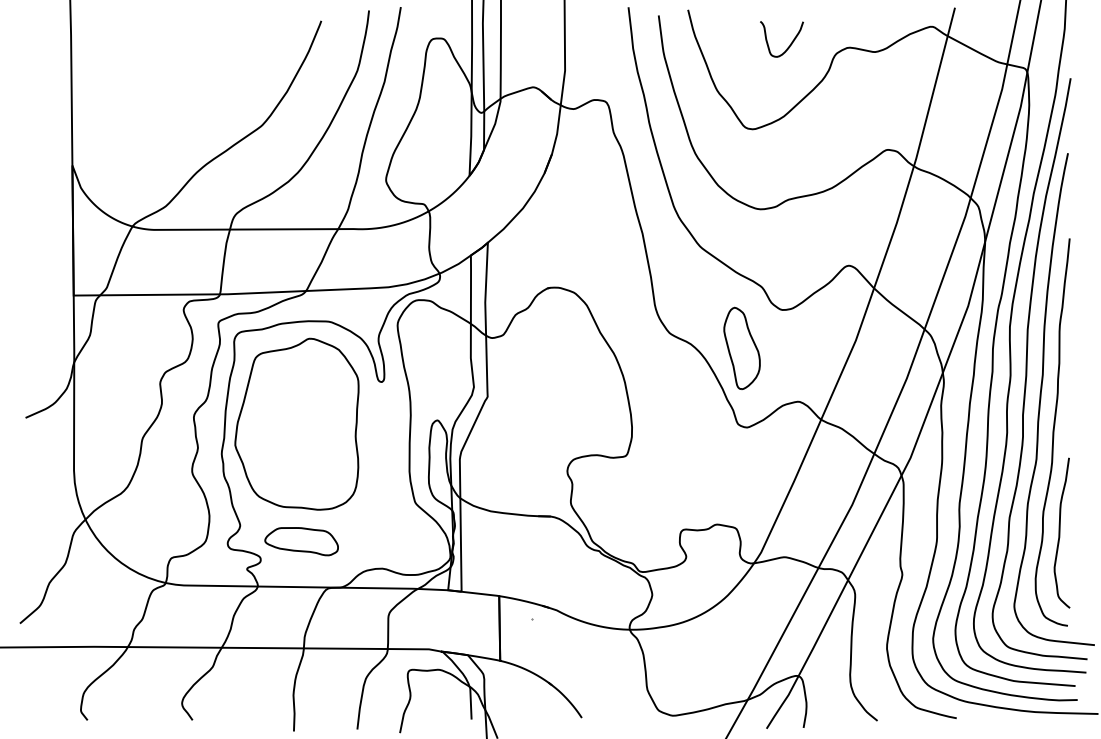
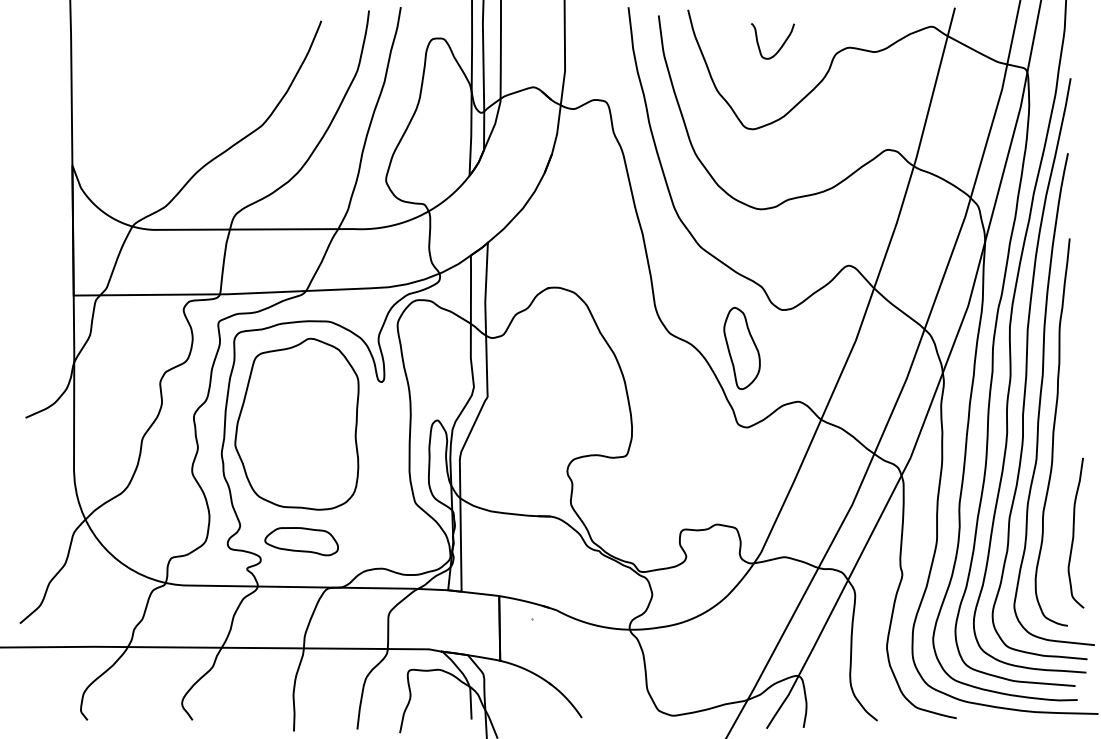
curve at (790, 43) position: (790, 43) -> (781, 45)
curve at (1060, 532) position: (1060, 532) -> (1074, 532)
